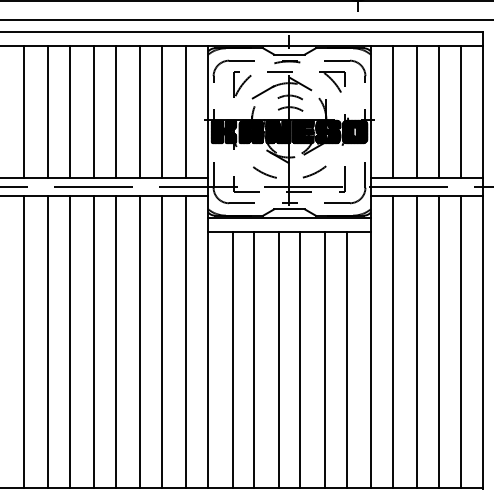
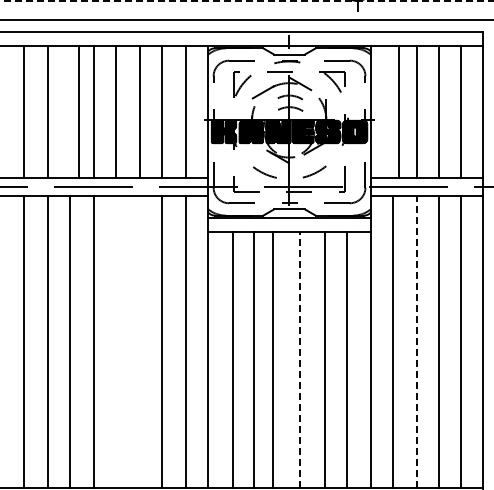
line at (247, 1): solid -> dashed
line at (69, 111) position: (69, 111) -> (78, 111)
line at (392, 111) position: (392, 111) -> (398, 111)
line at (115, 341): present -> none
line at (140, 341): present -> none
line at (417, 341): solid -> dashed
line at (278, 358) position: (278, 358) -> (272, 358)
line at (300, 359): solid -> dashed
